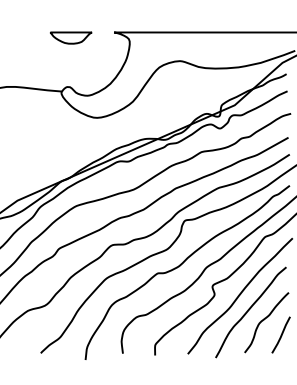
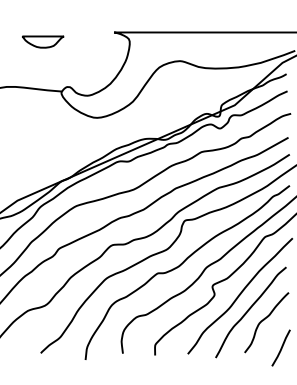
part at (71, 37) position: (71, 37) -> (43, 41)
line at (281, 334) position: (281, 334) -> (281, 347)
